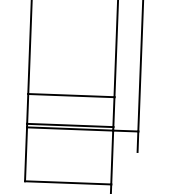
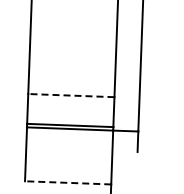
line at (70, 95): solid -> dashed
line at (67, 182): solid -> dashed
